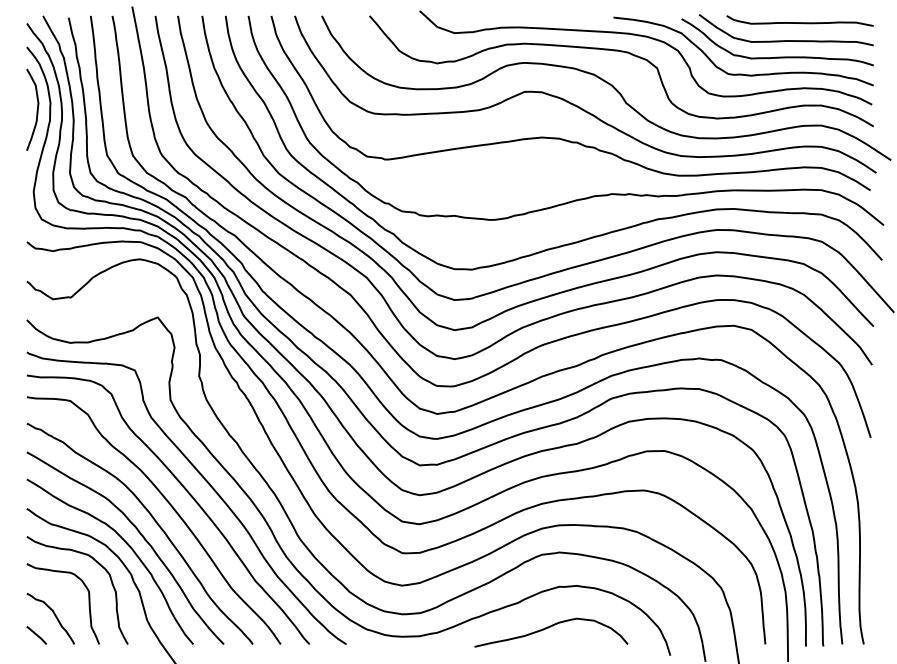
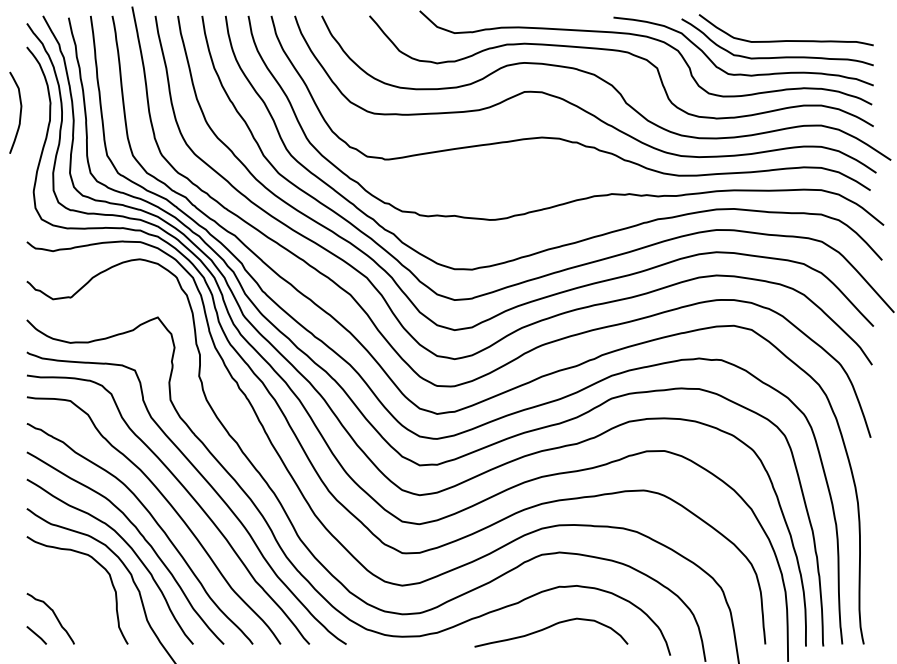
curve at (799, 22): present -> none
curve at (36, 109) position: (36, 109) -> (19, 112)
curve at (88, 603): present -> none
